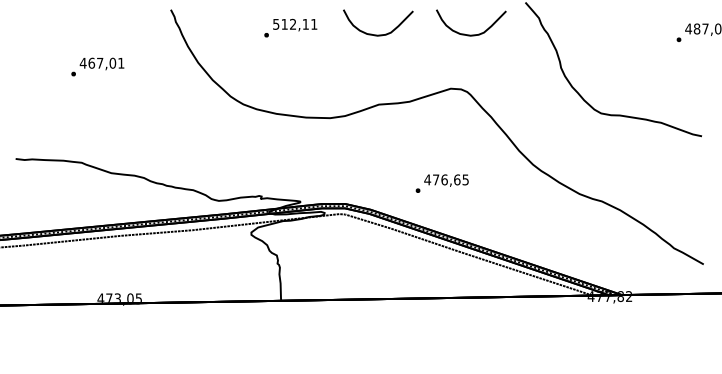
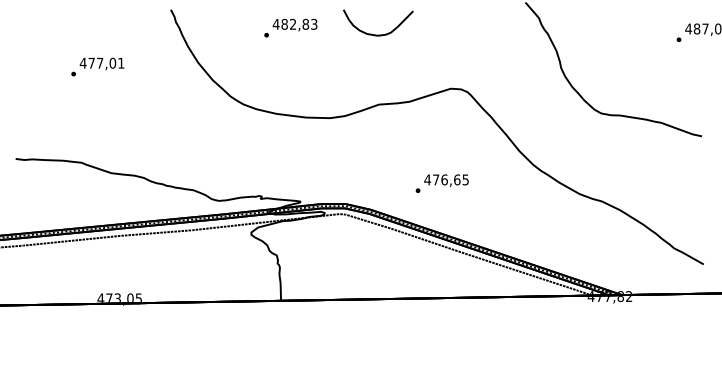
text at (294, 23): 512,11 -> 482,83
curve at (471, 34): present -> none
text at (91, 62): 467,01 -> 477,01
